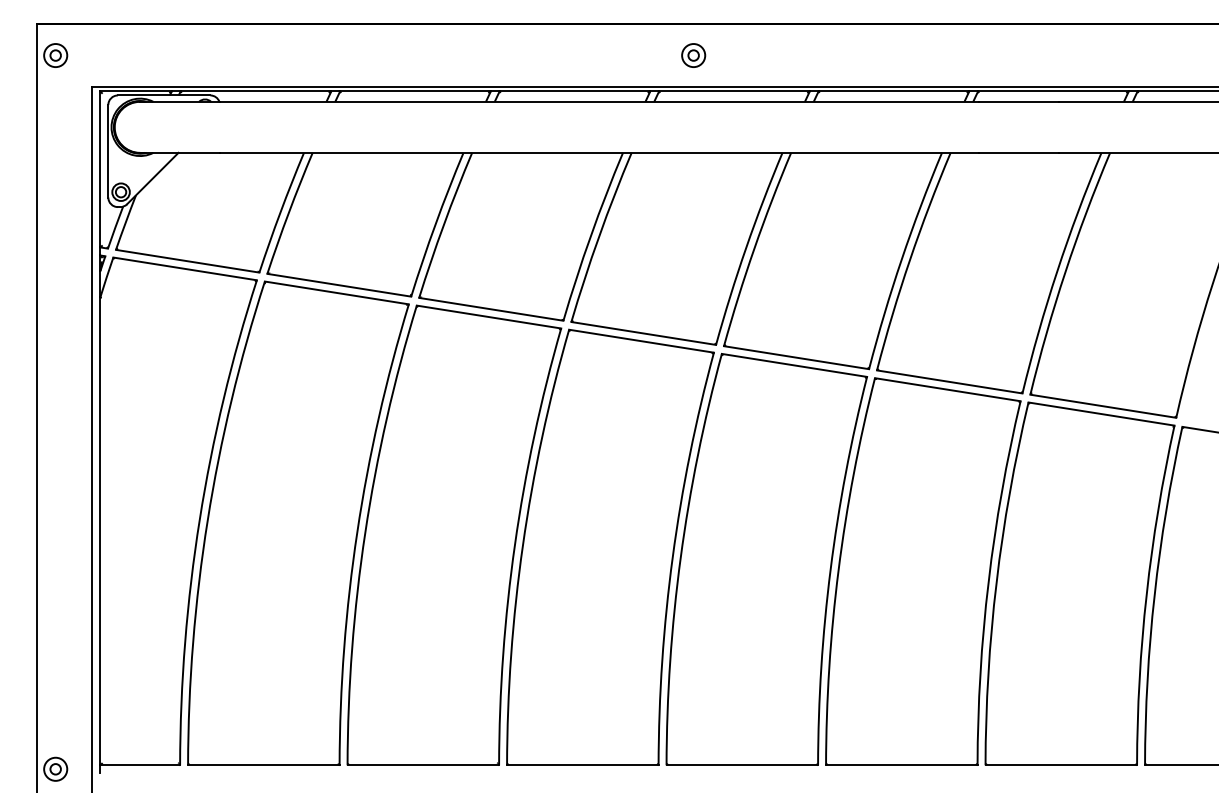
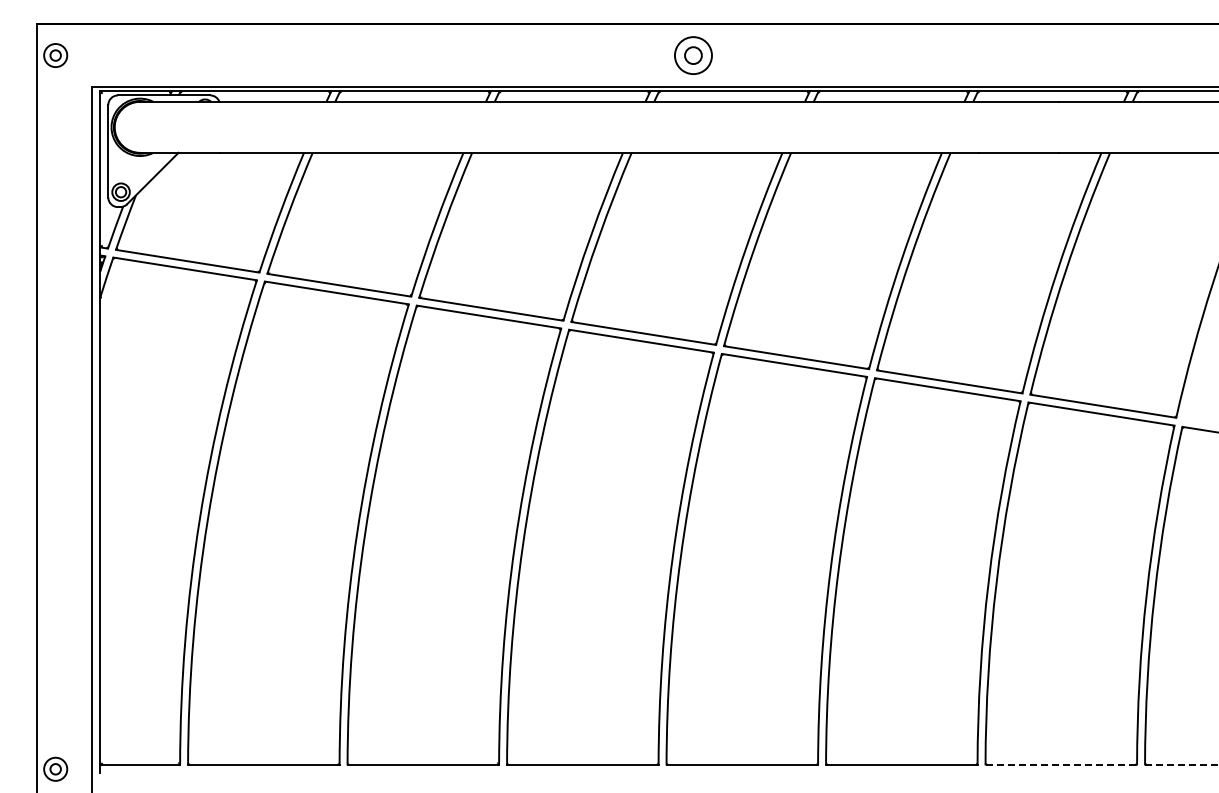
part at (693, 55) size: 26x25 px -> 39x39 px
line at (1061, 765): solid -> dashed
line at (1181, 765): solid -> dashed
